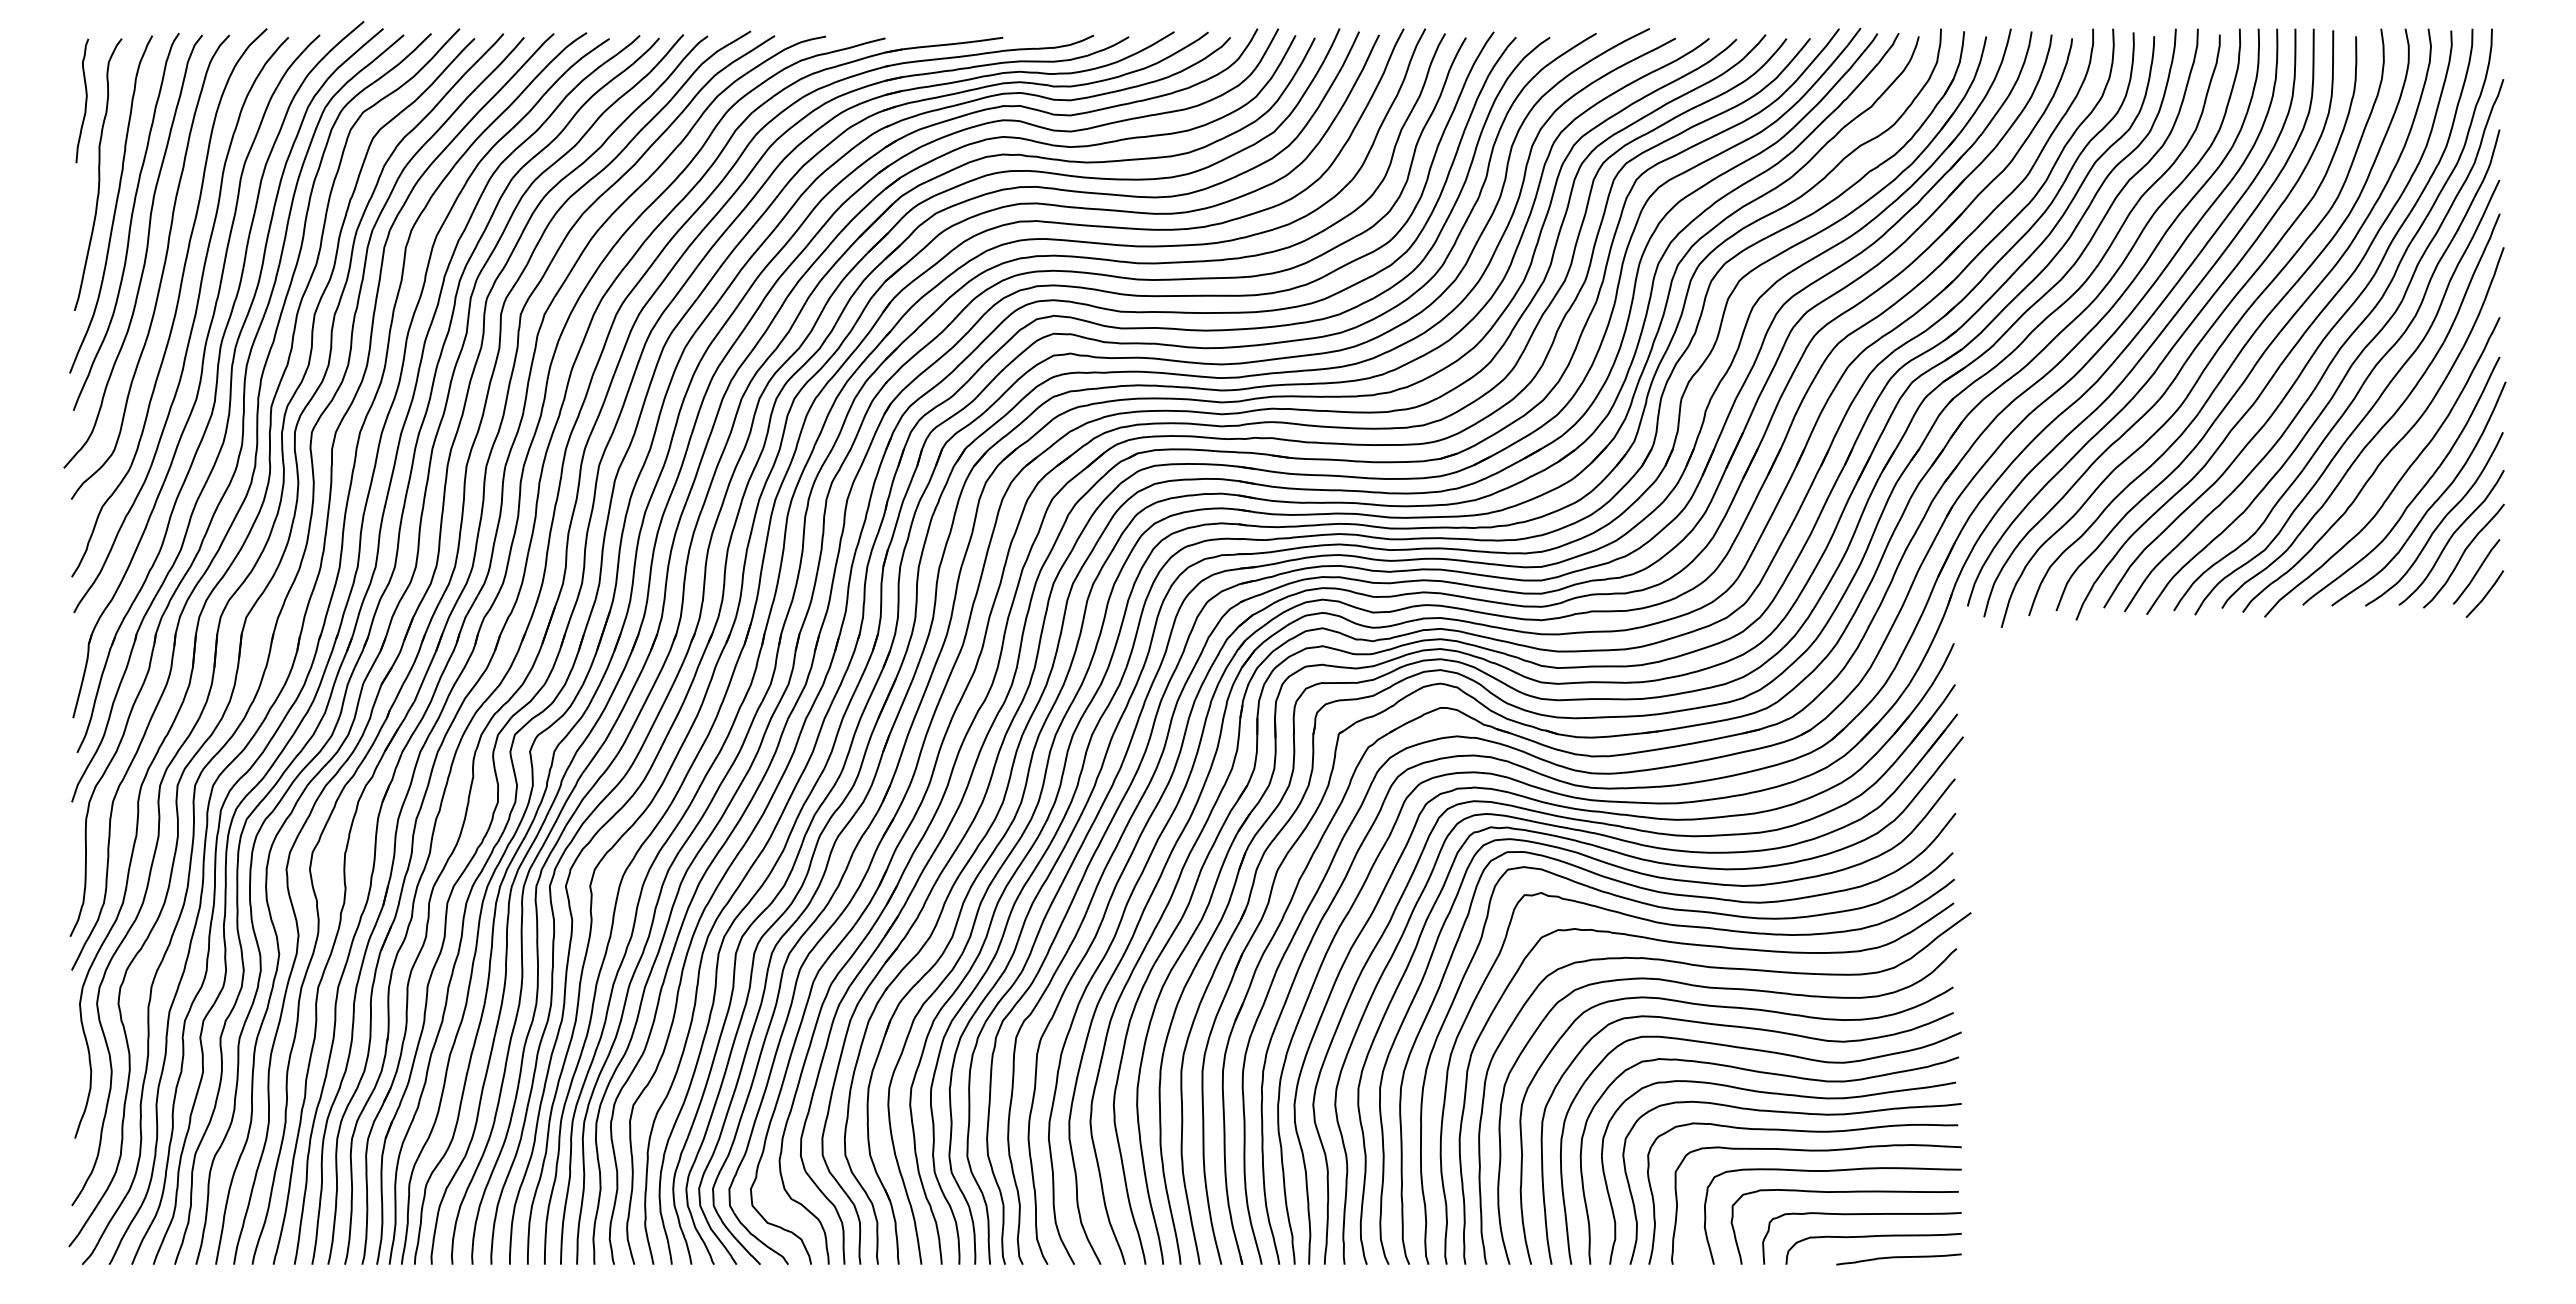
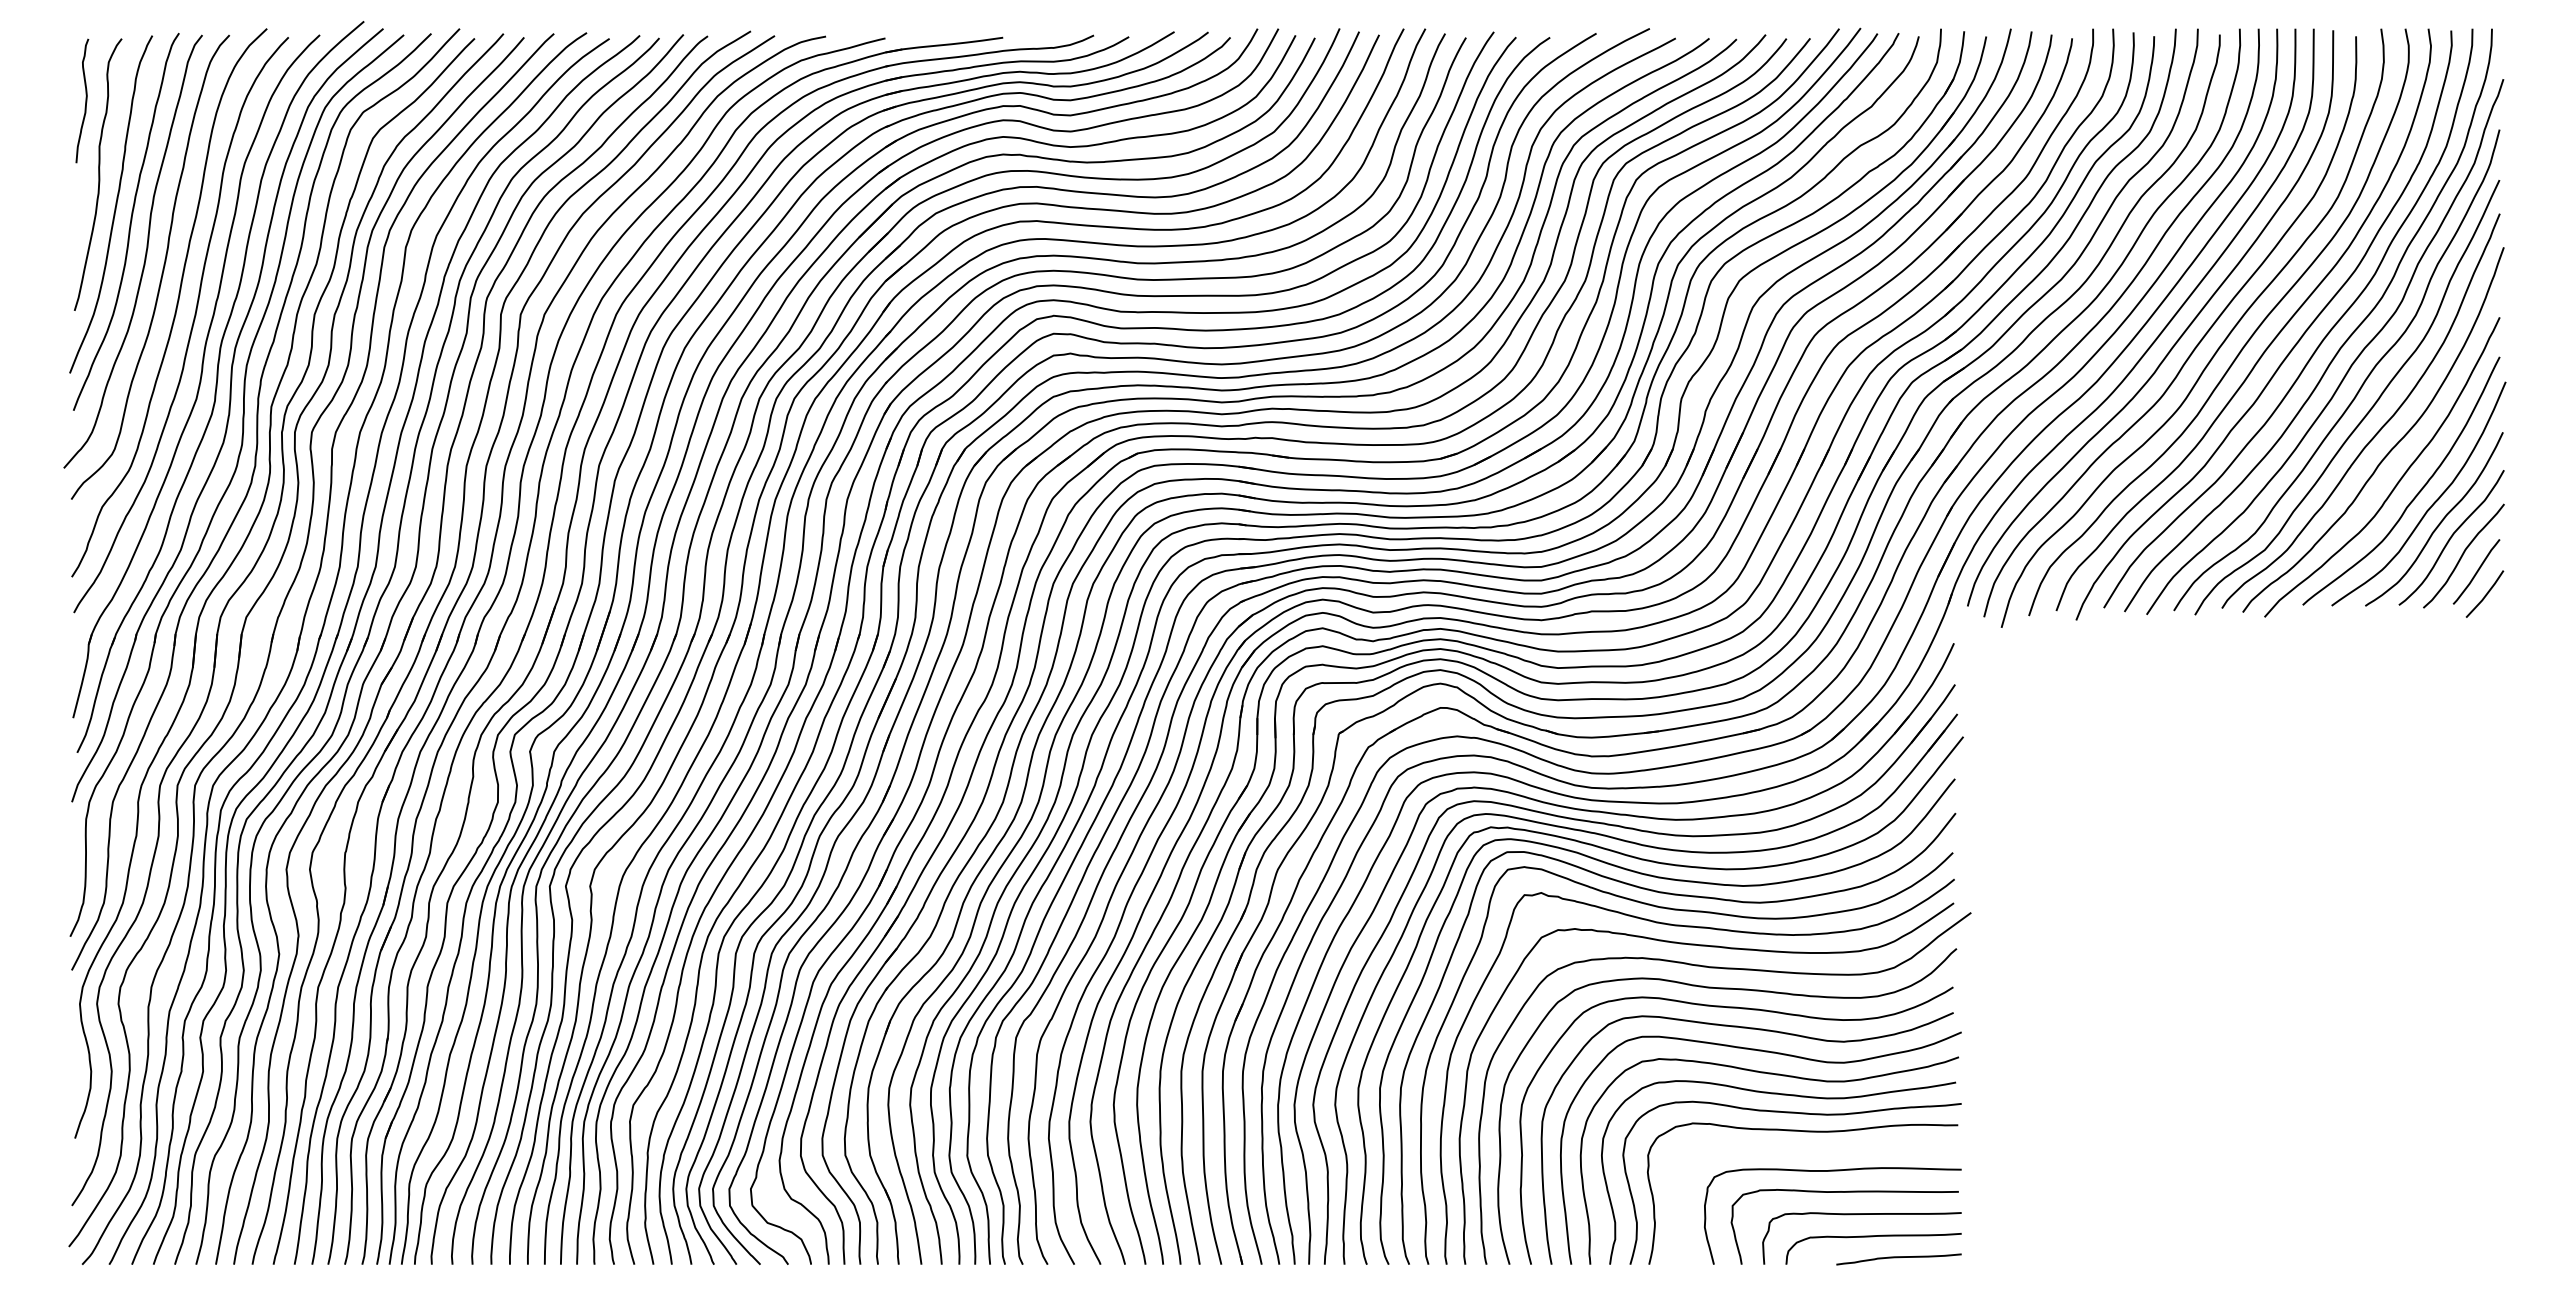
curve at (1816, 1151): present -> none
